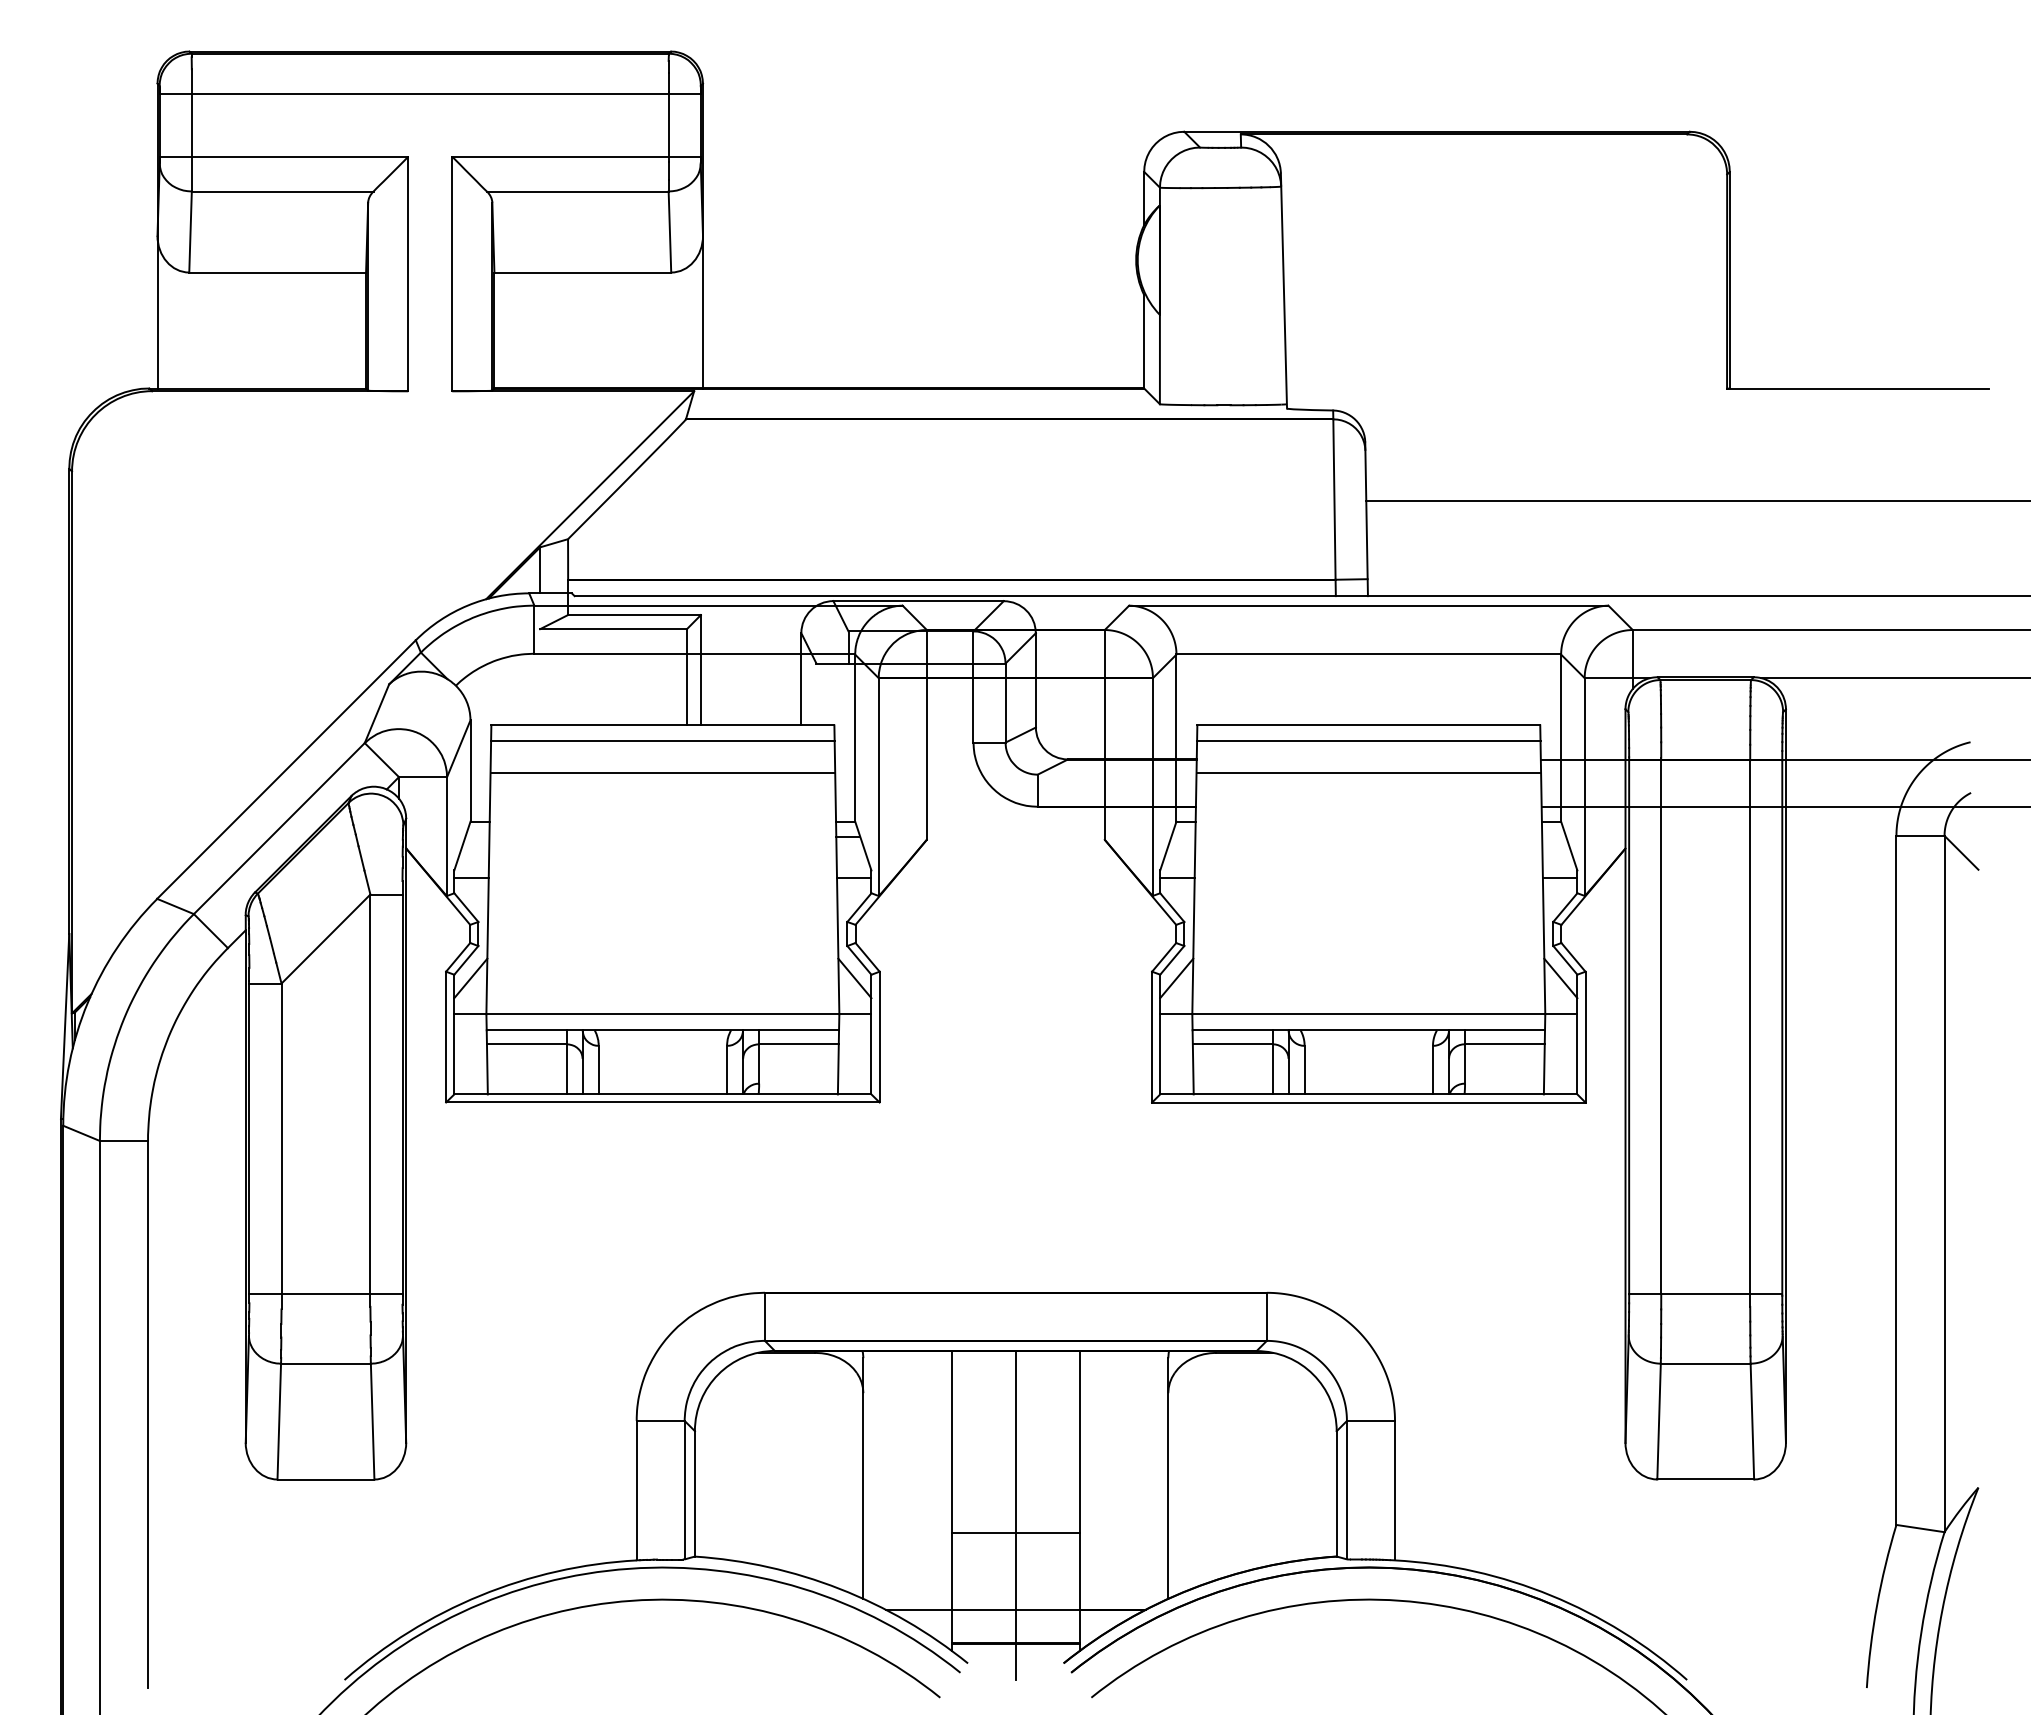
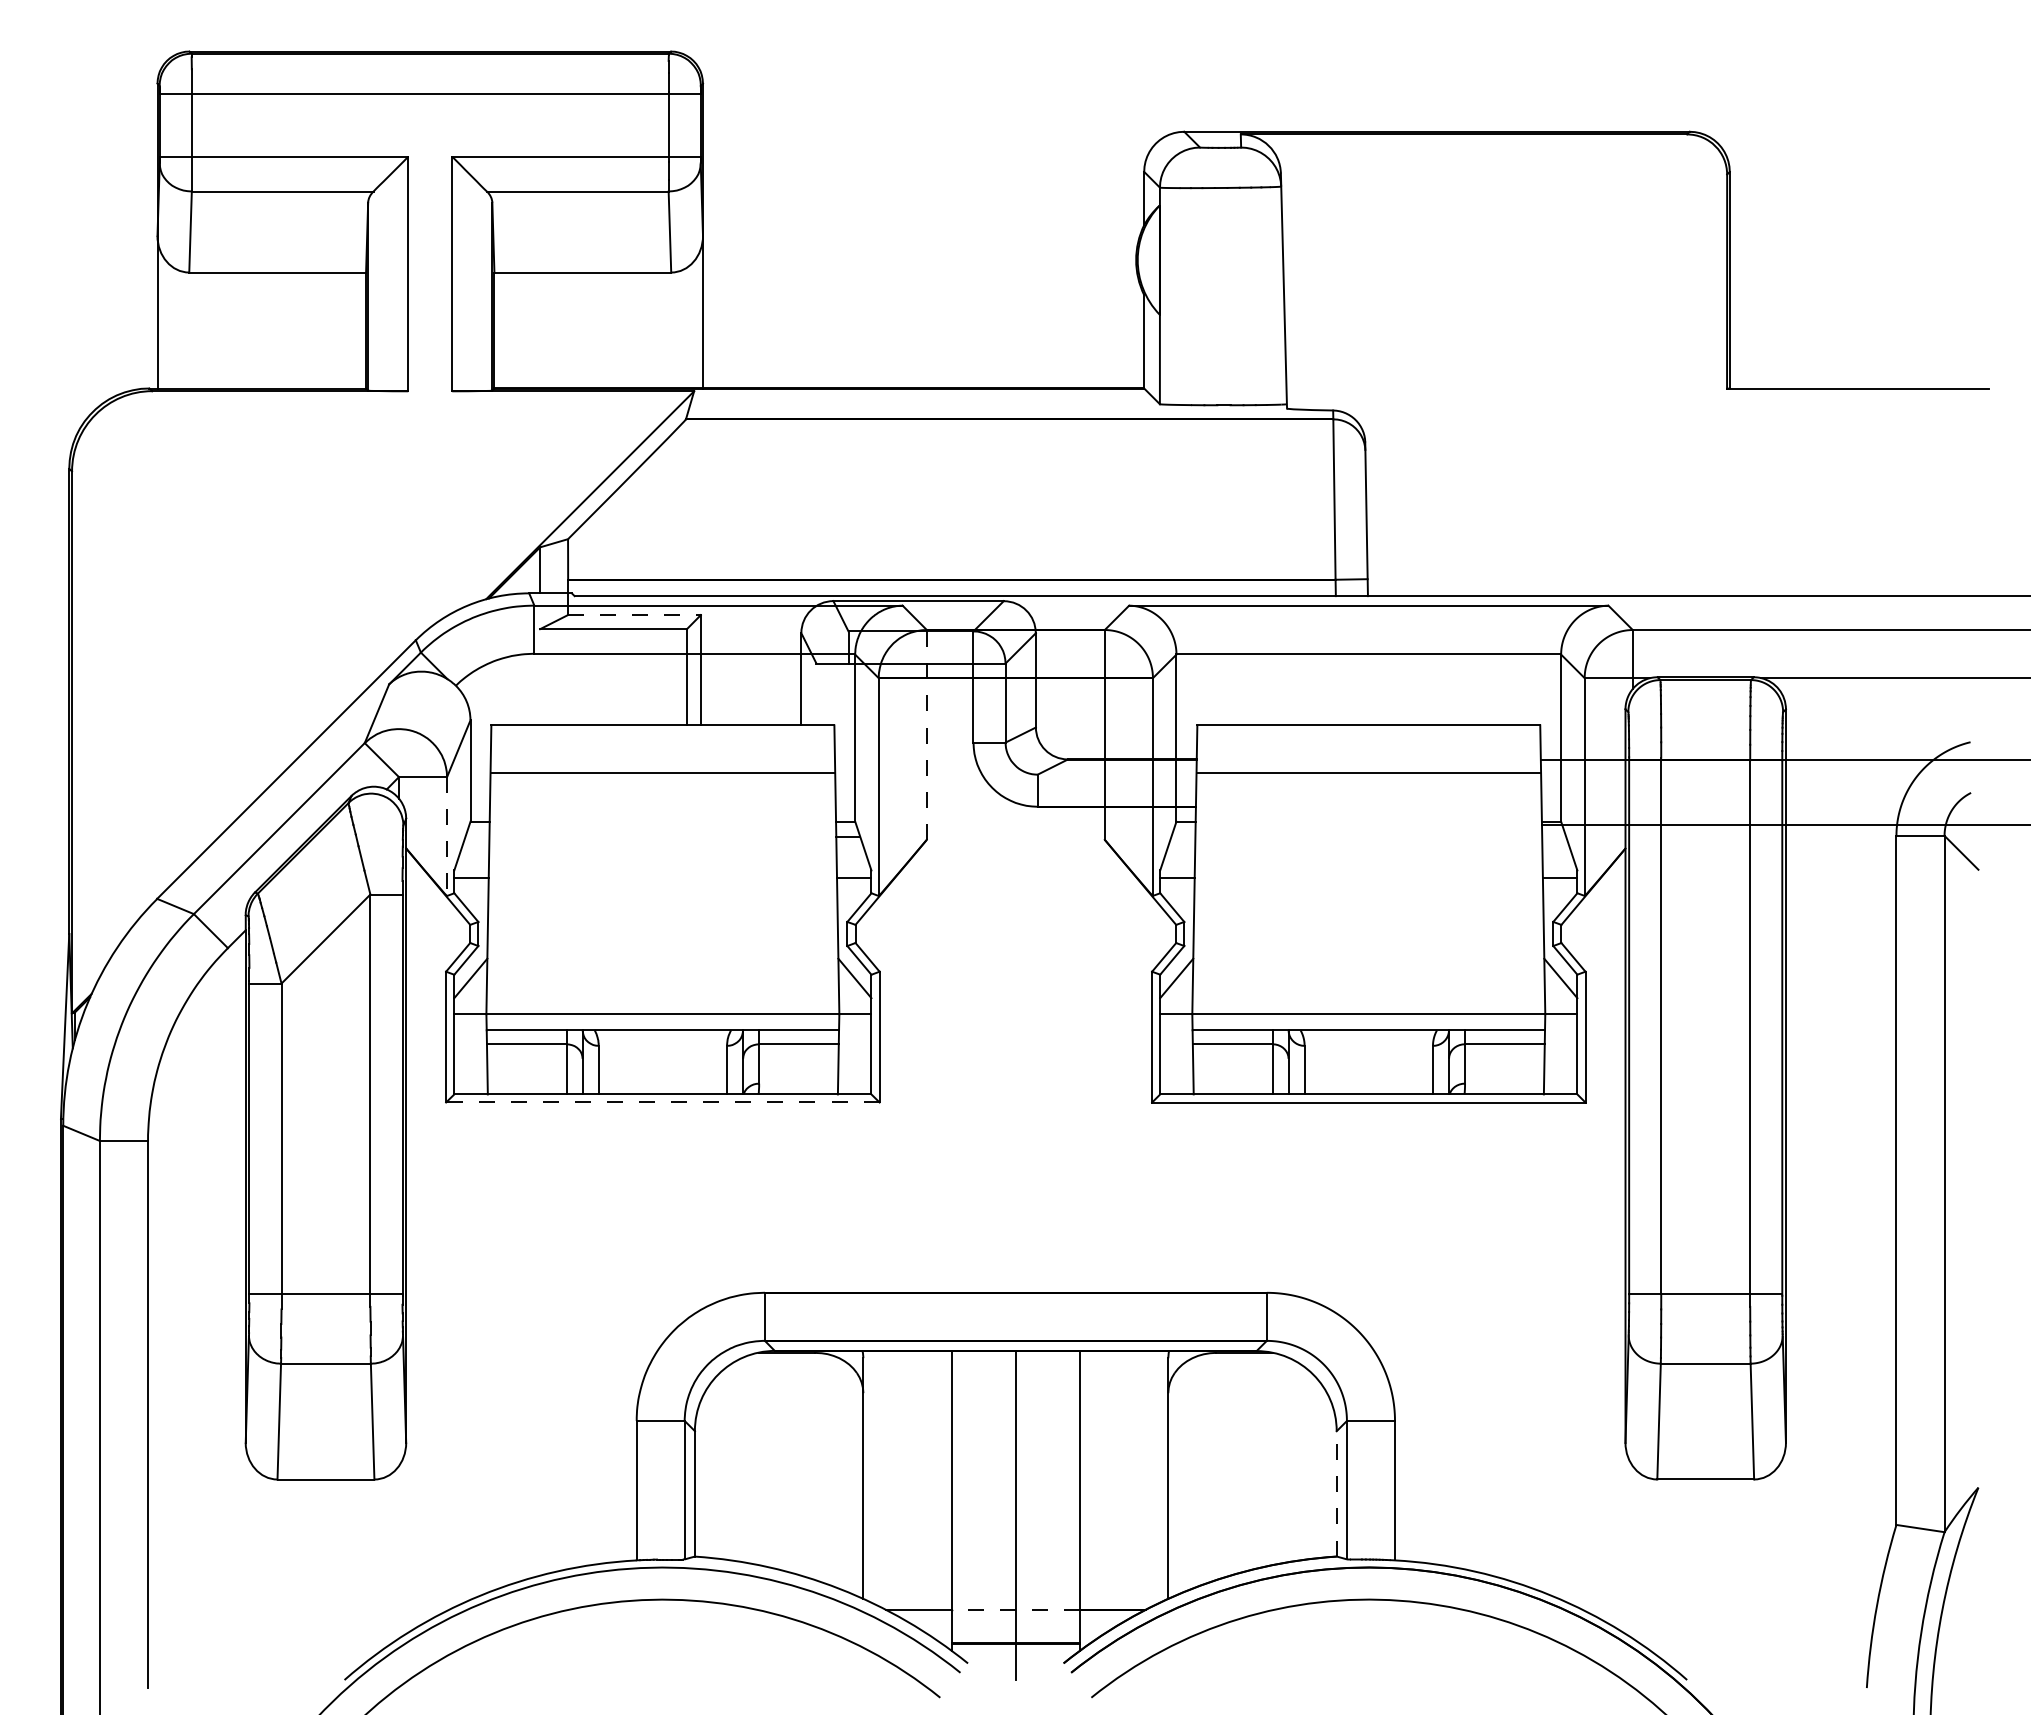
line at (1696, 500): present -> none
line at (634, 615): solid -> dashed
line at (926, 734): solid -> dashed
line at (662, 741): present -> none
line at (1368, 741): present -> none
line at (1784, 806) position: (1784, 806) -> (1784, 824)
line at (447, 837): solid -> dashed
line at (662, 1102): solid -> dashed
line at (1336, 1493): solid -> dashed
line at (1015, 1532): present -> none
line at (1015, 1610): solid -> dashed
